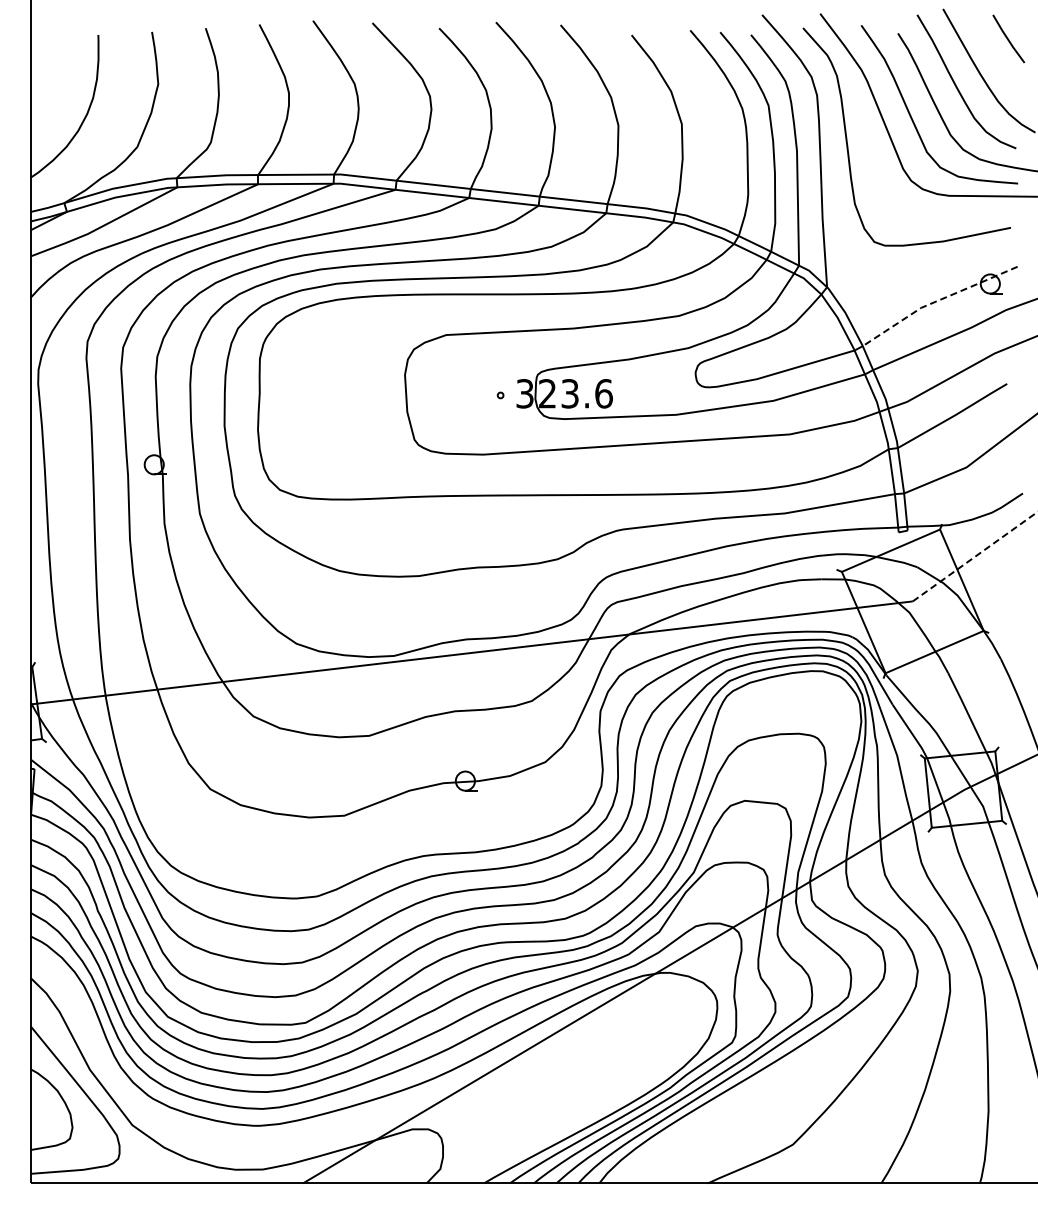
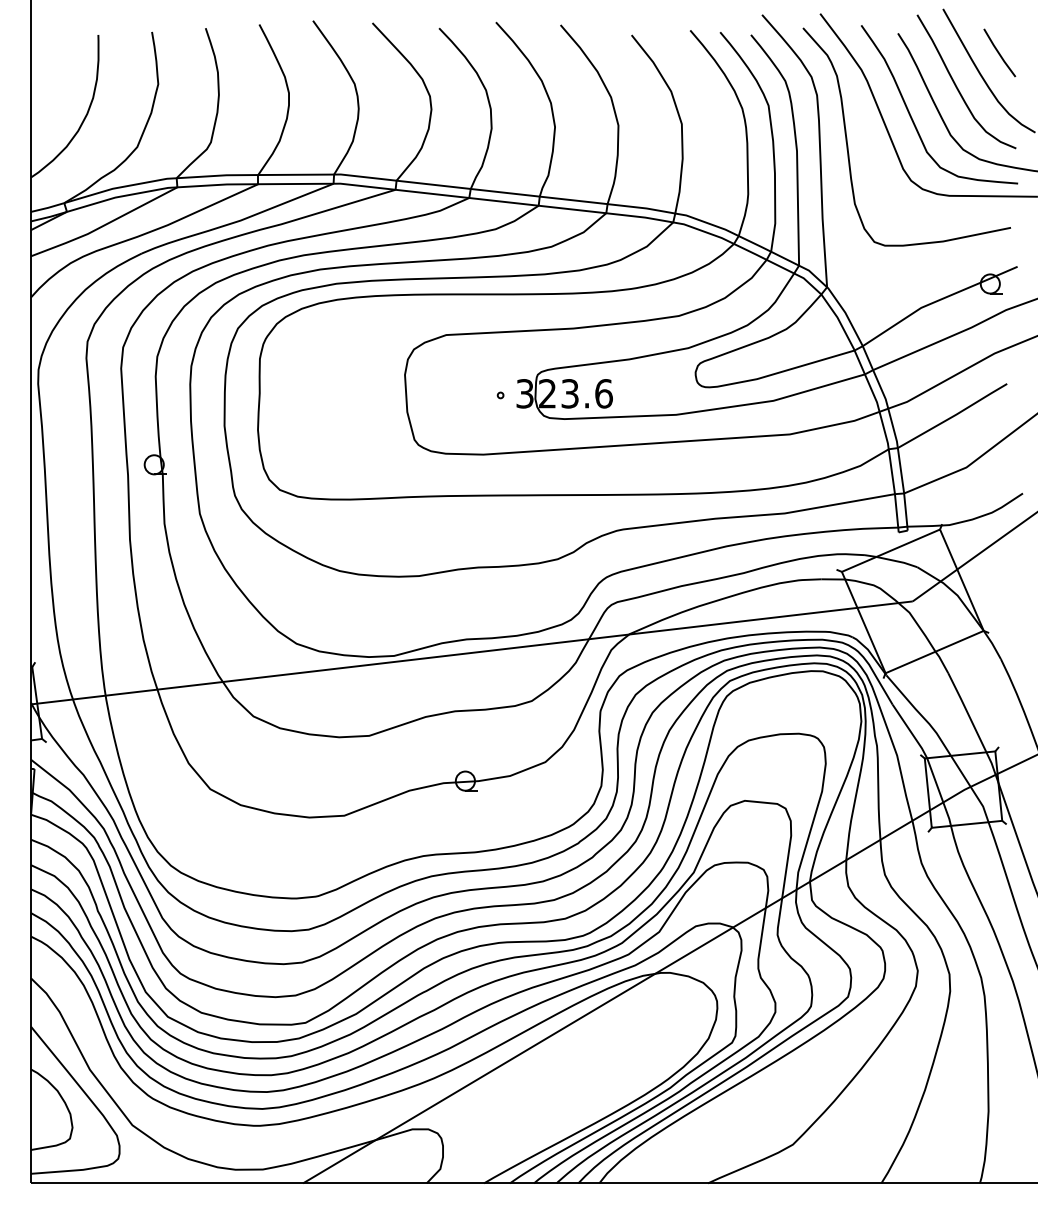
line at (1008, 38) position: (1008, 38) -> (999, 52)
line at (936, 301): dashed -> solid
line at (975, 556): dashed -> solid
